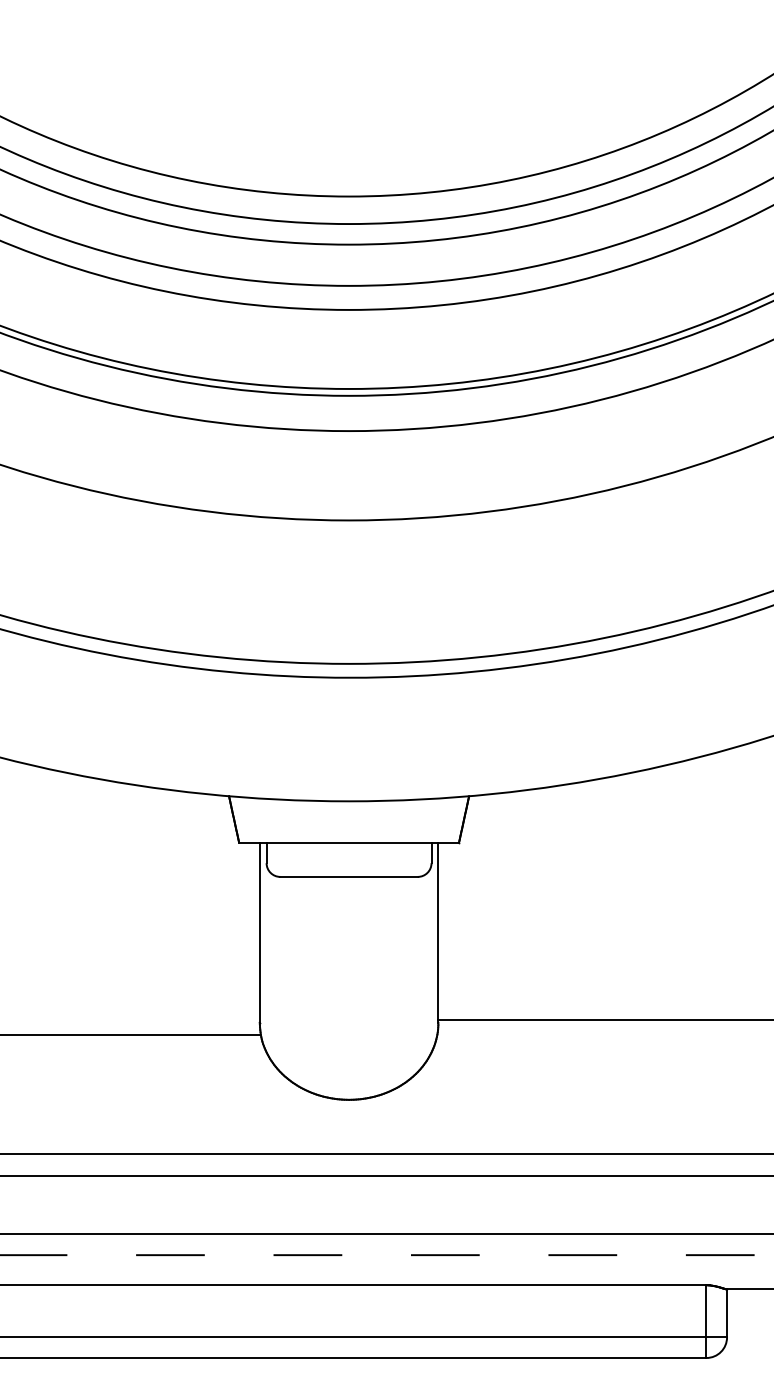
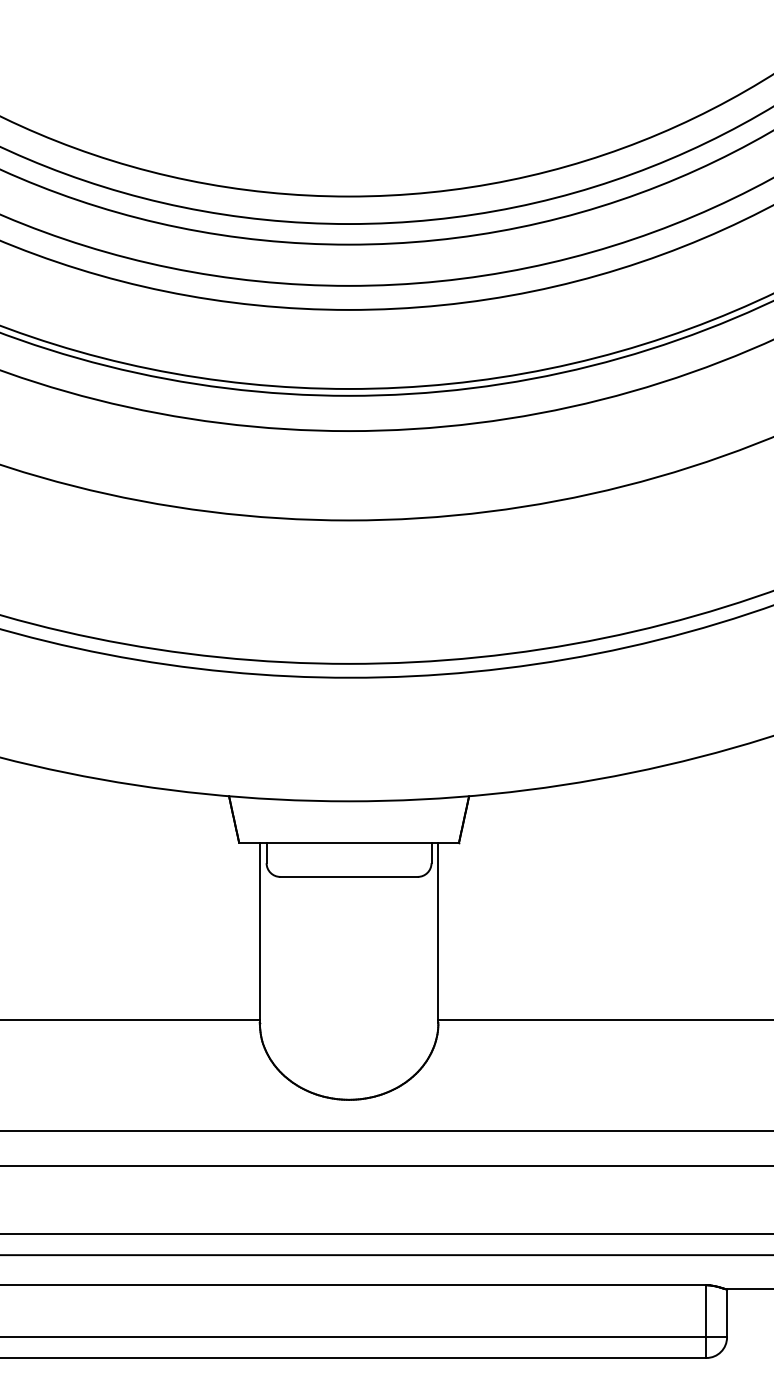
line at (130, 1035) position: (130, 1035) -> (130, 1020)
line at (386, 1154) position: (386, 1154) -> (386, 1131)
line at (386, 1175) position: (386, 1175) -> (386, 1165)
line at (386, 1255): dashed -> solid
